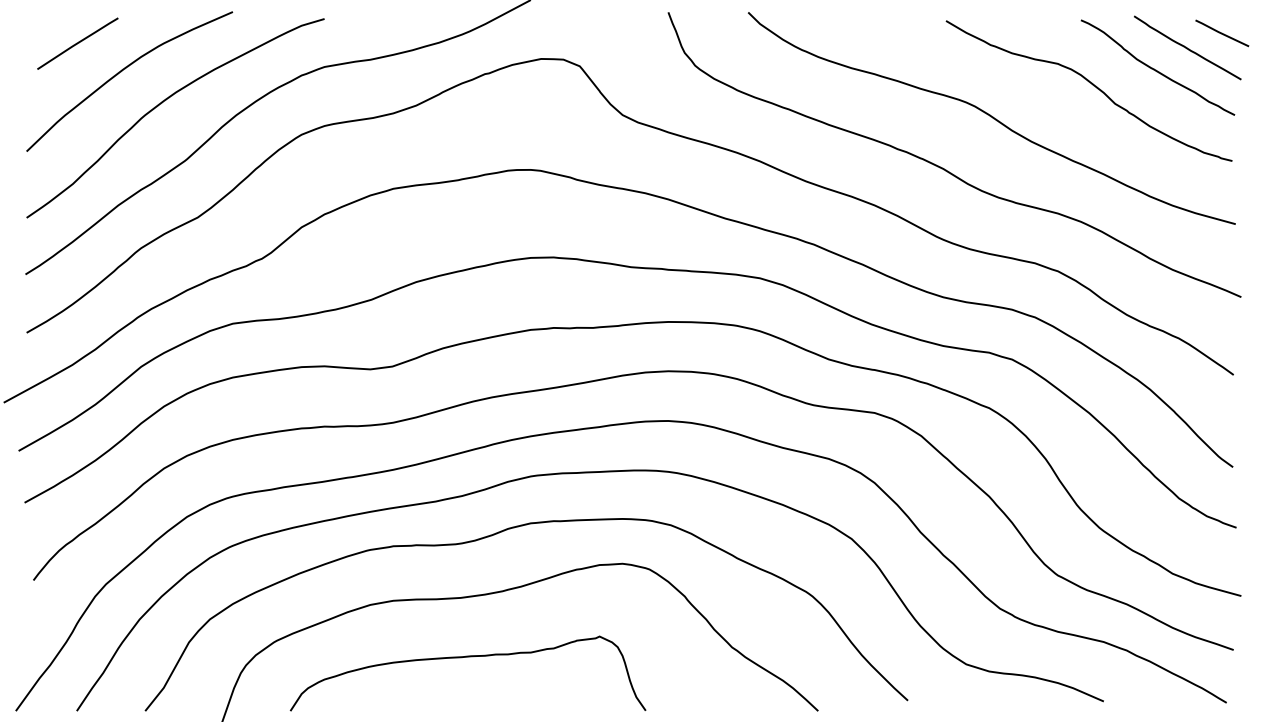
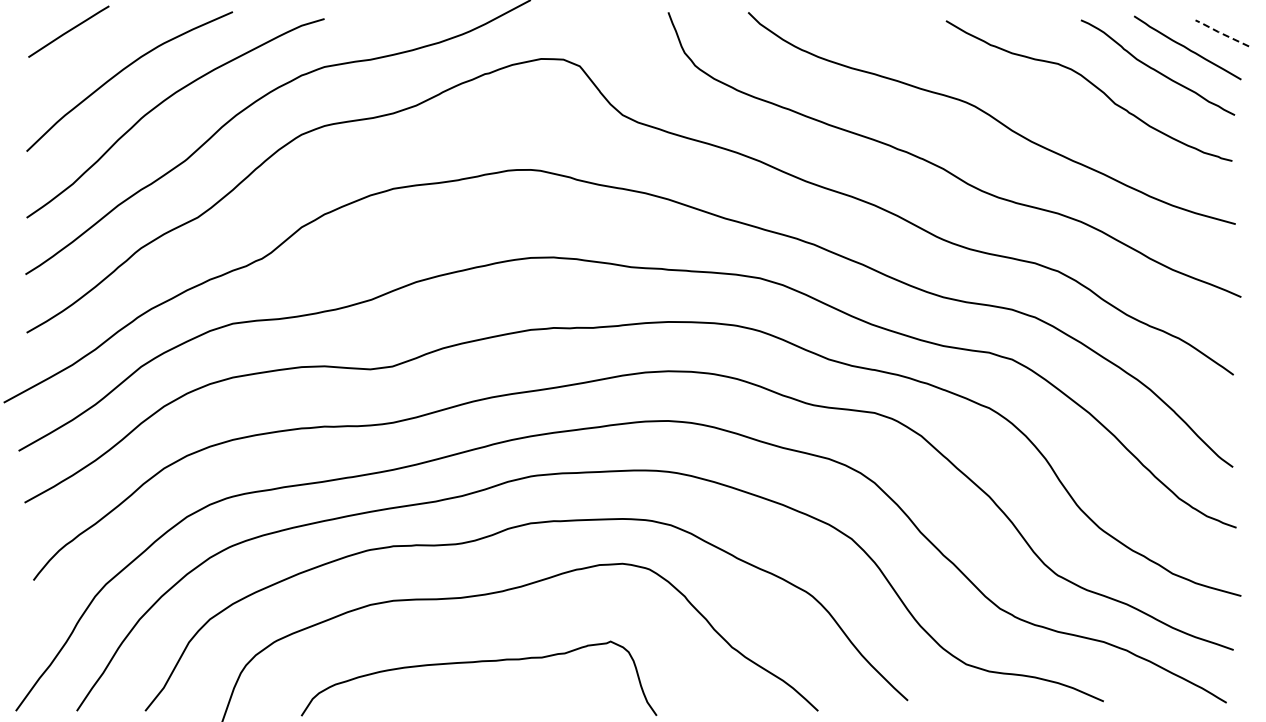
line at (1220, 32): solid -> dashed
line at (77, 43) position: (77, 43) -> (68, 31)
curve at (467, 657) position: (467, 657) -> (478, 662)
